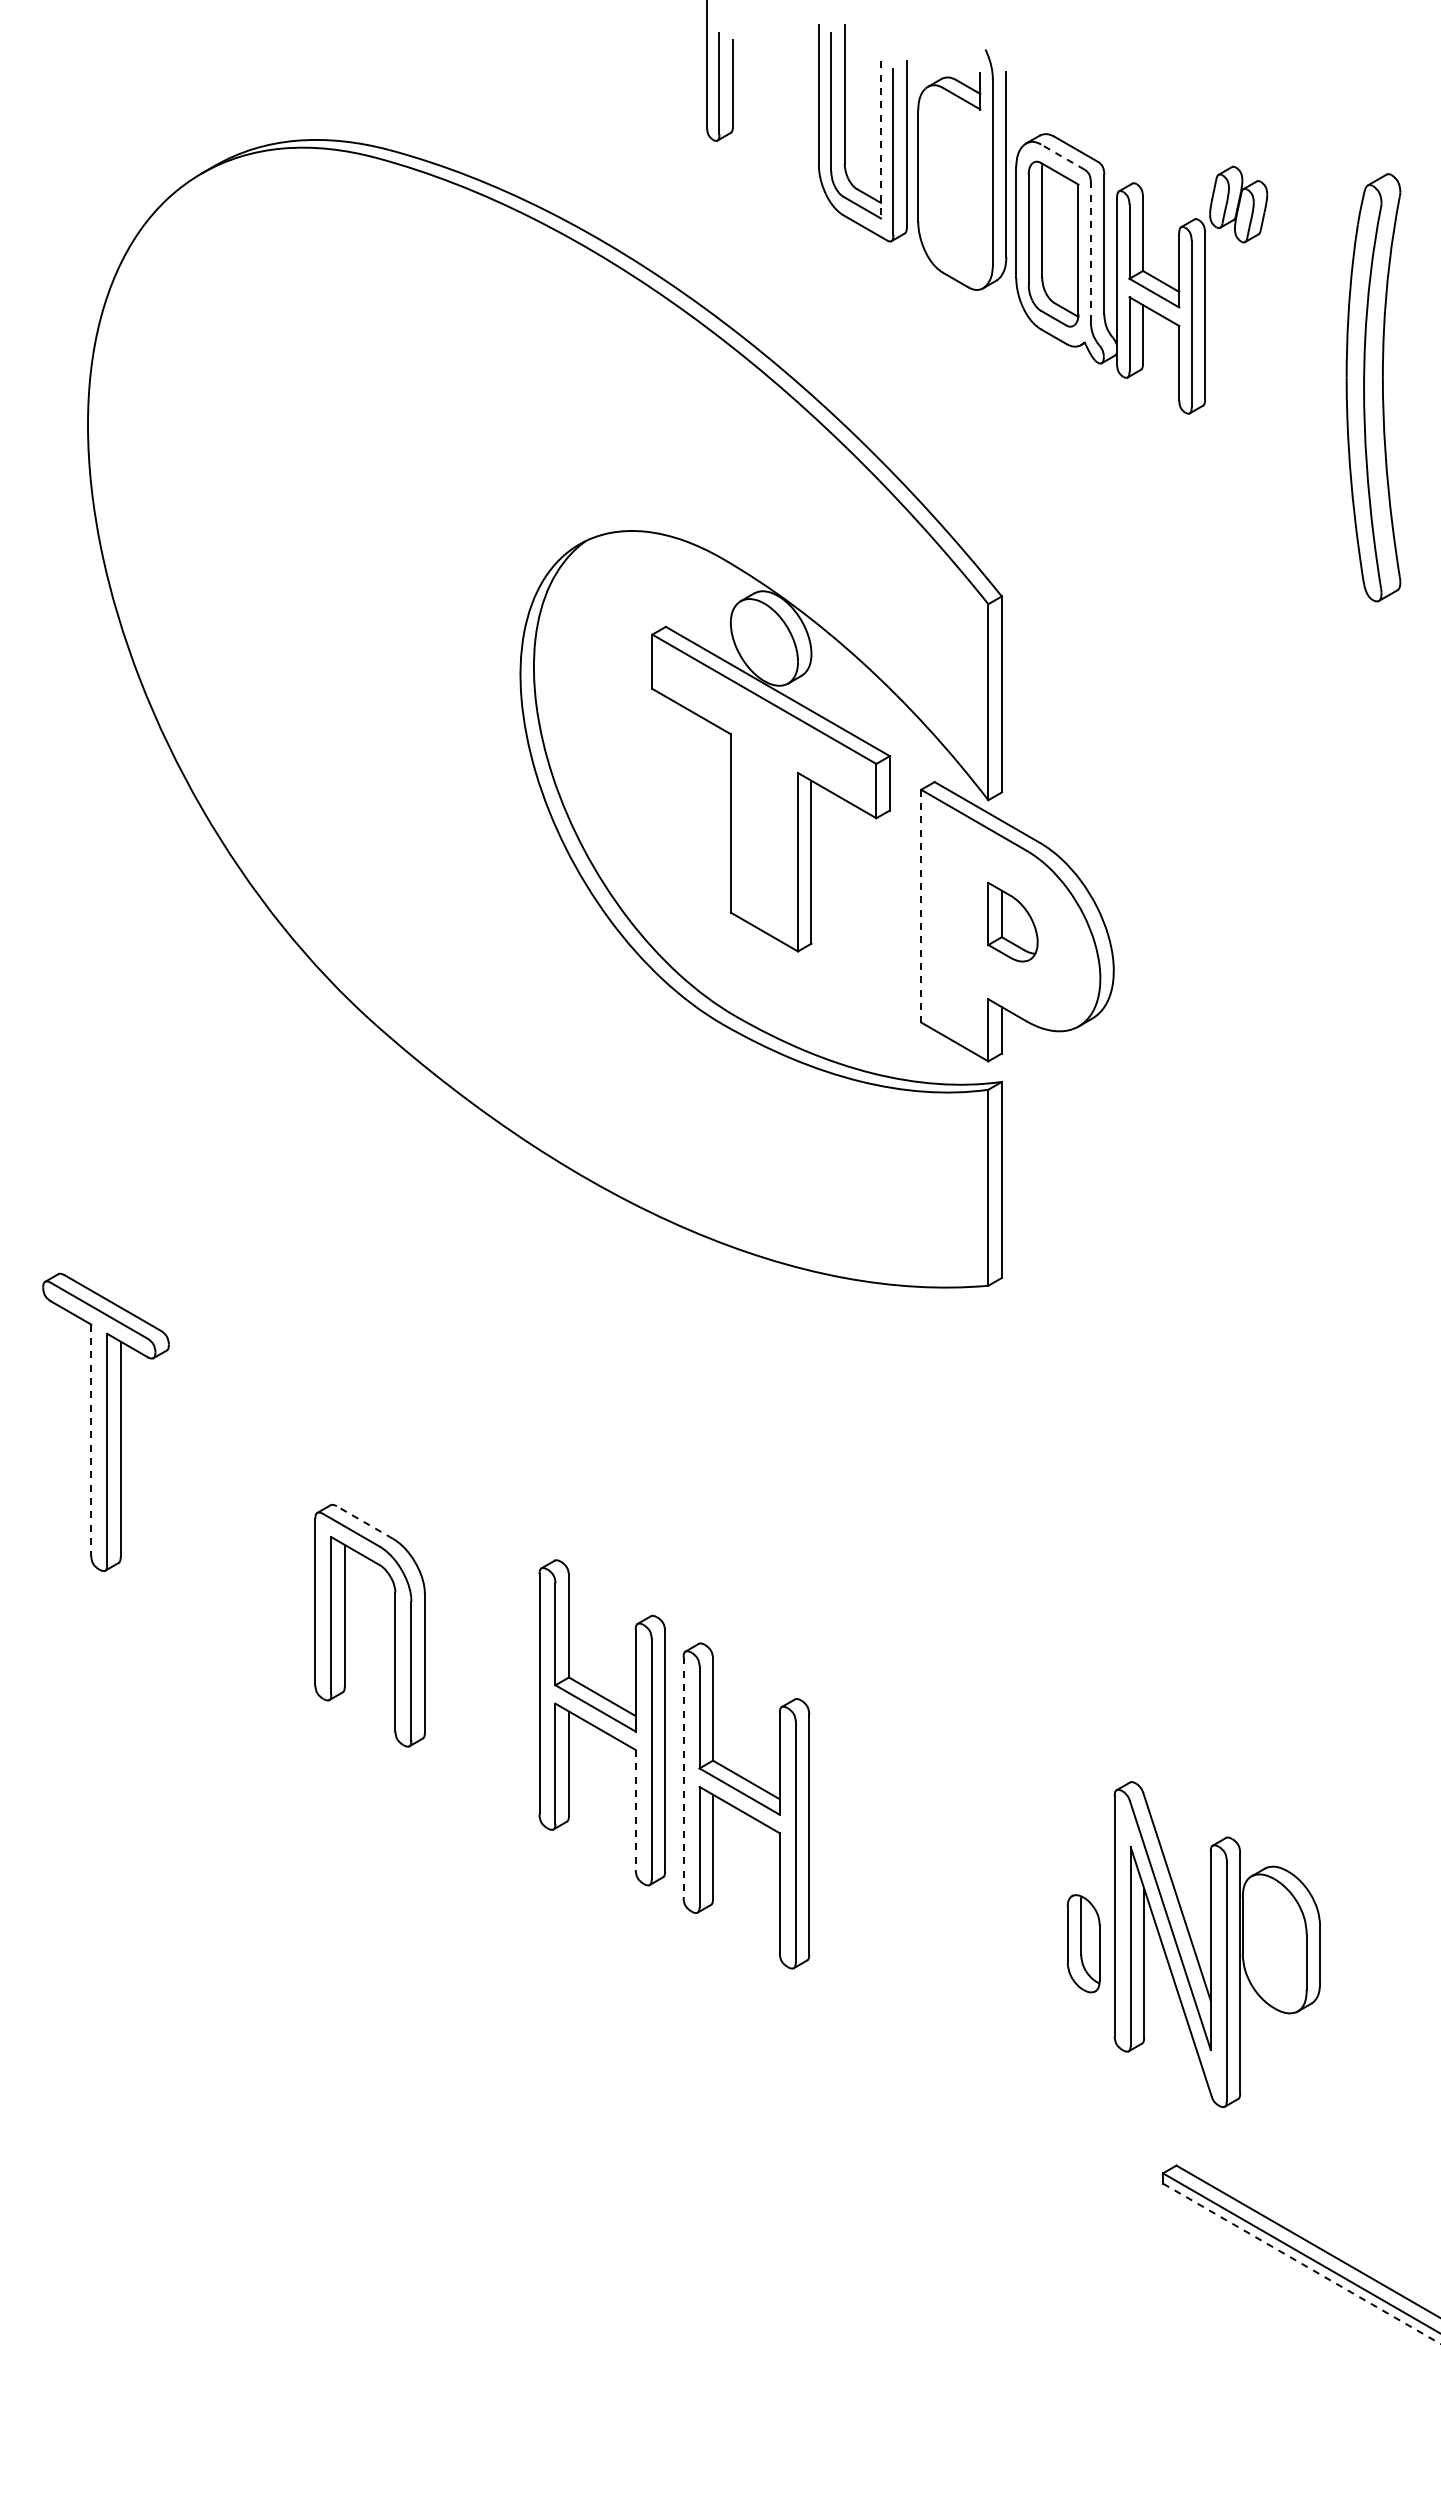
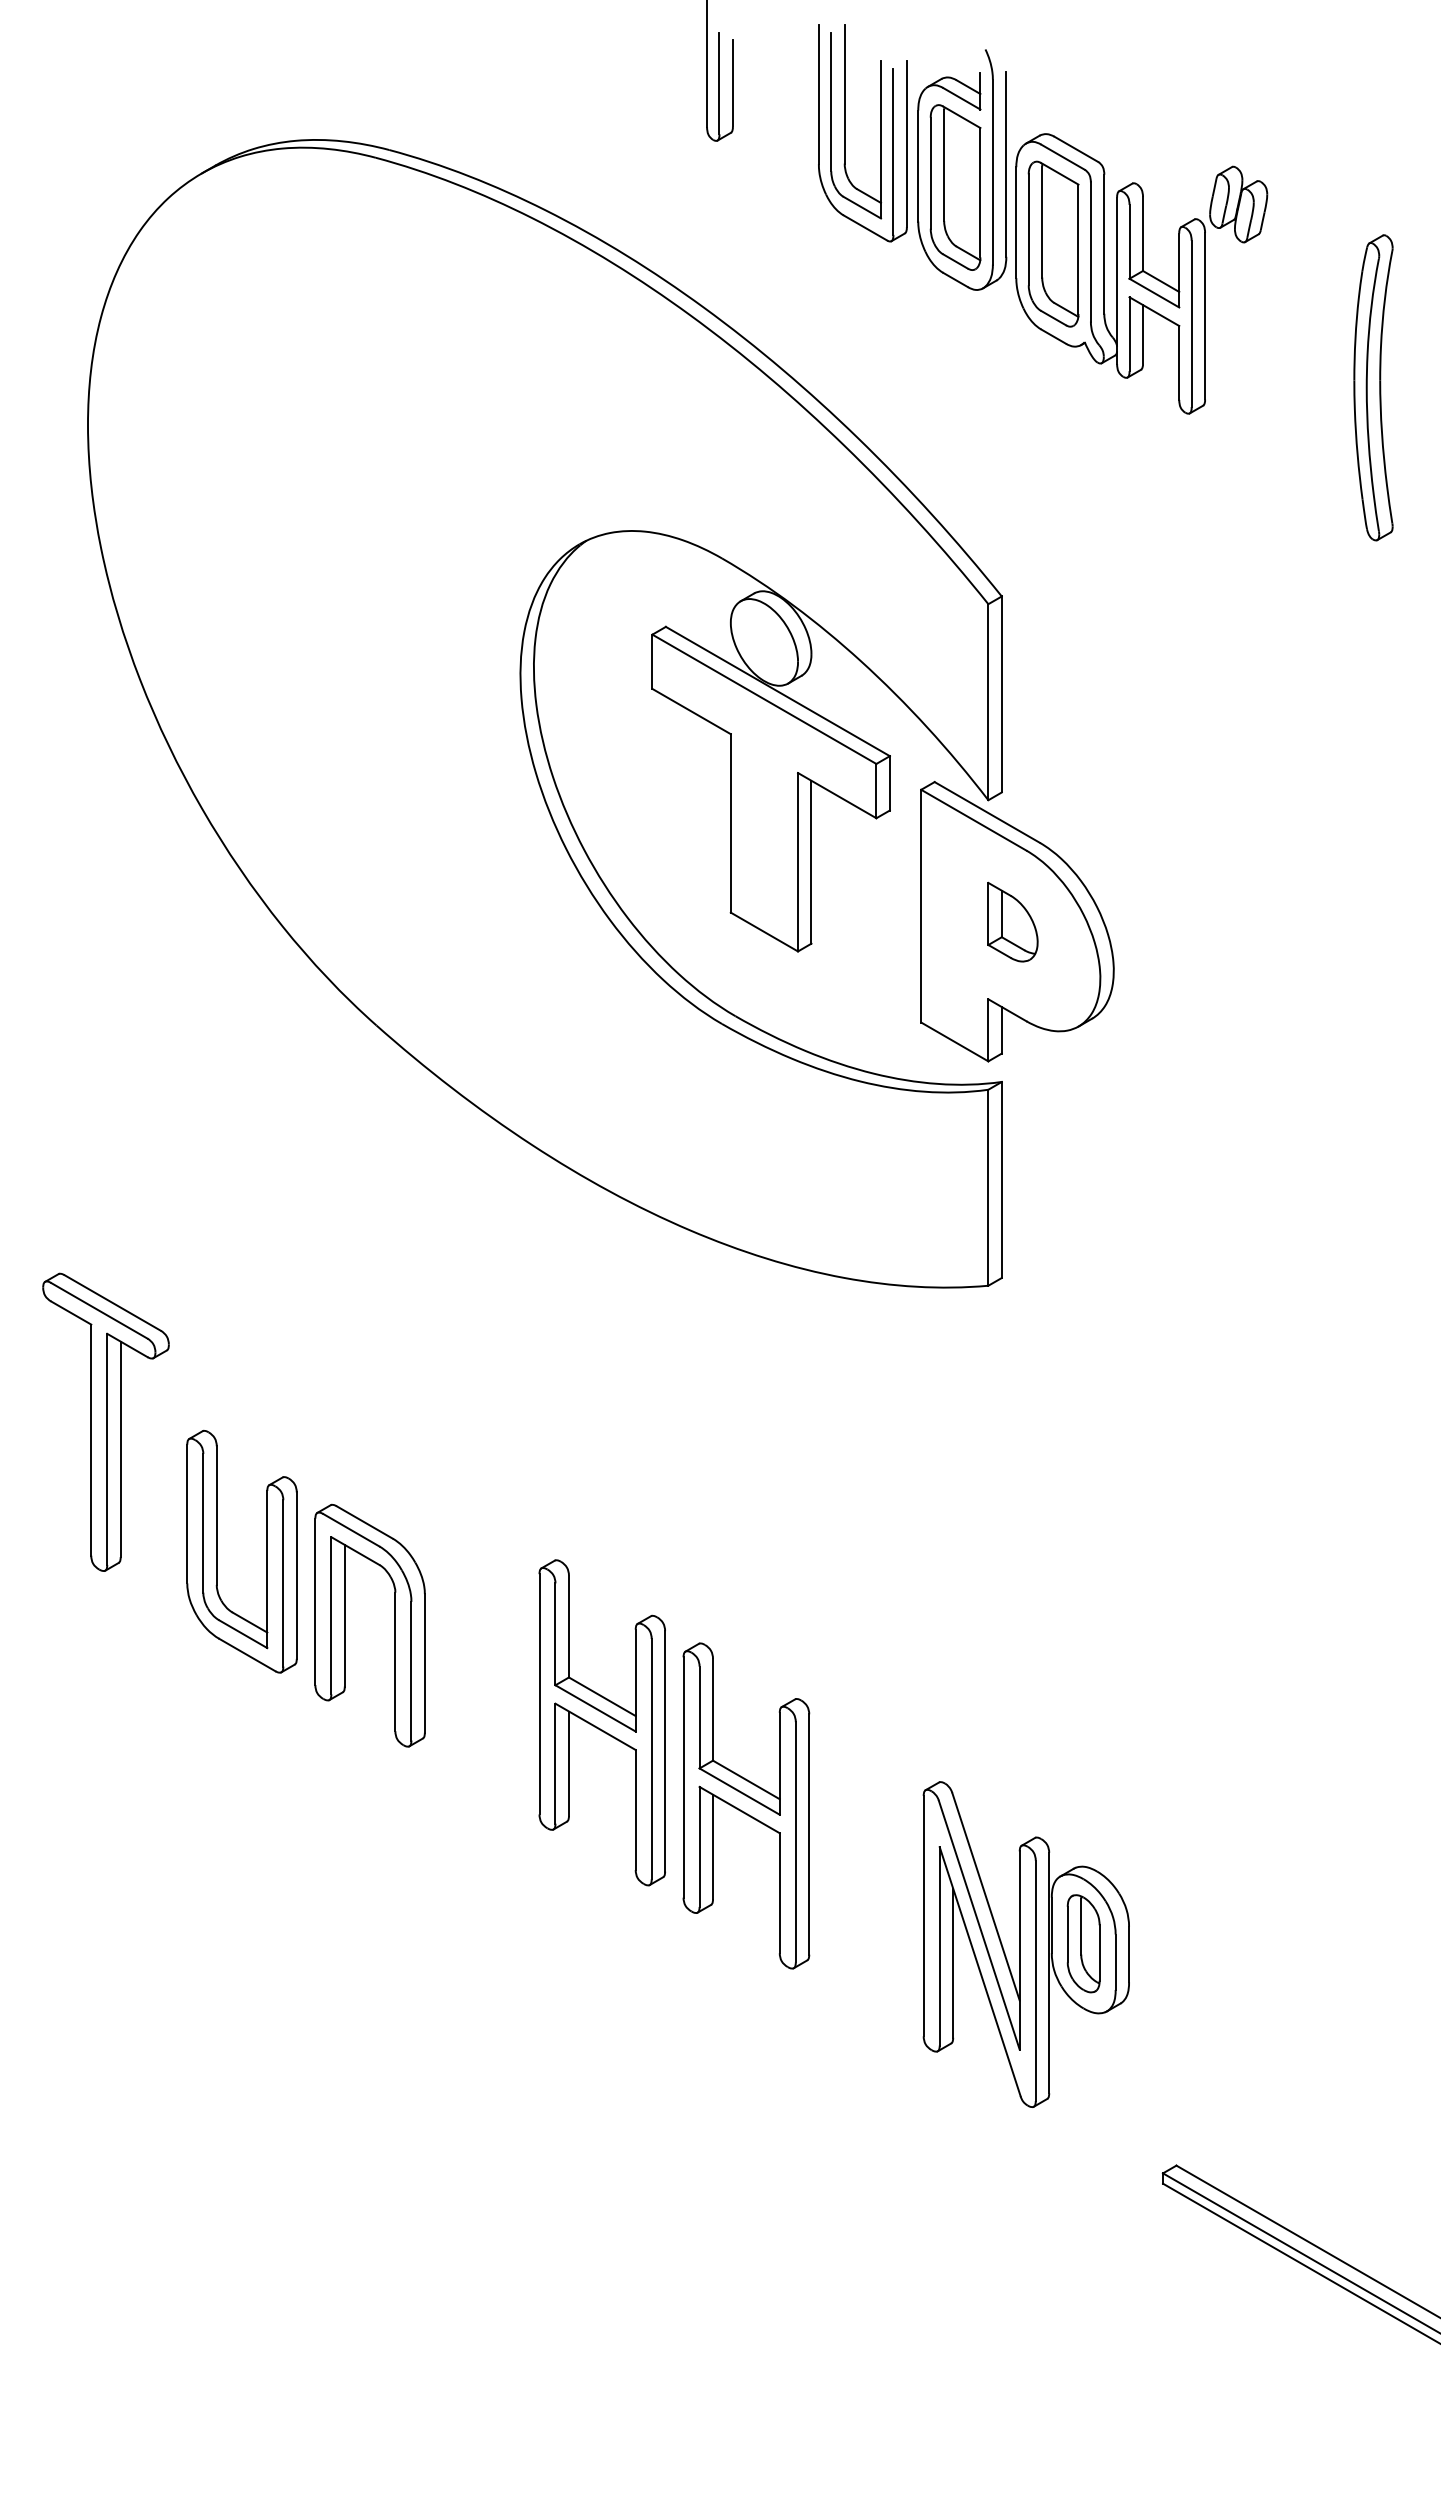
line at (881, 139): dashed -> solid
line at (1062, 156): dashed -> solid
part at (955, 187): none -> present
line at (1090, 252): dashed -> solid
part at (1373, 387) size: 57x430 px -> 41x308 px
line at (921, 906): dashed -> solid
line at (91, 1440): dashed -> solid
line at (364, 1522): dashed -> solid
part at (217, 1551): none -> present
line at (683, 1778): dashed -> solid
line at (635, 1810): dashed -> solid
part at (1216, 1944) position: (1216, 1944) -> (1025, 1944)
line at (1302, 2264): dashed -> solid
